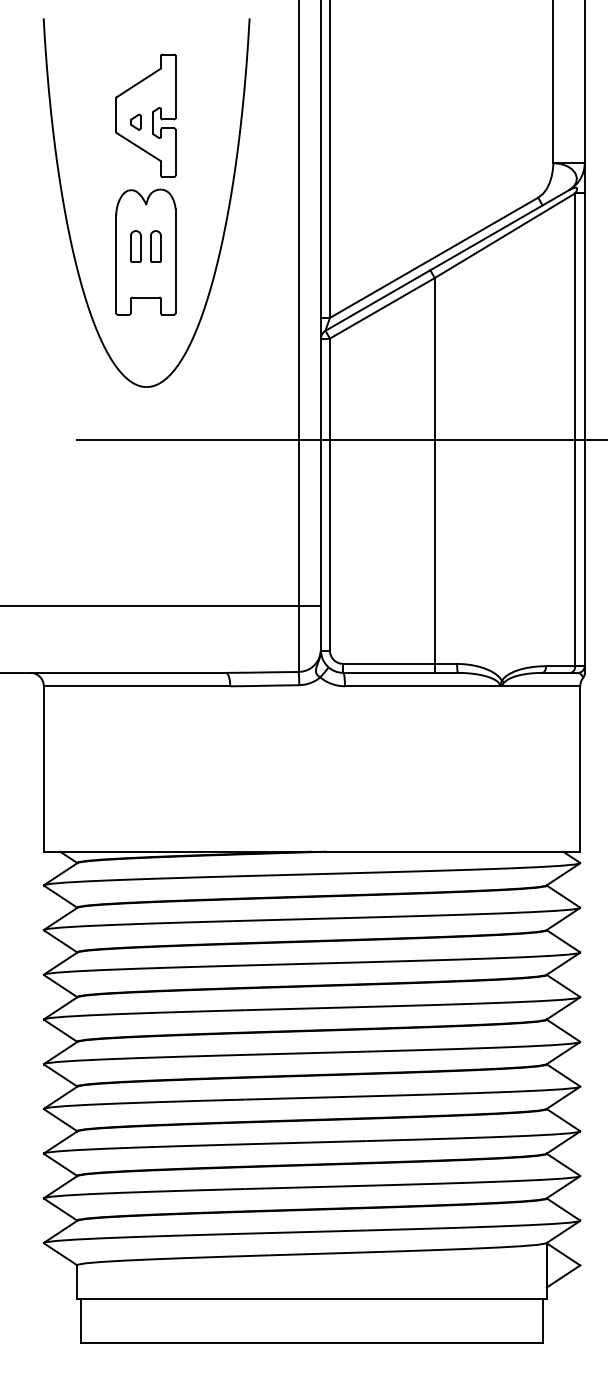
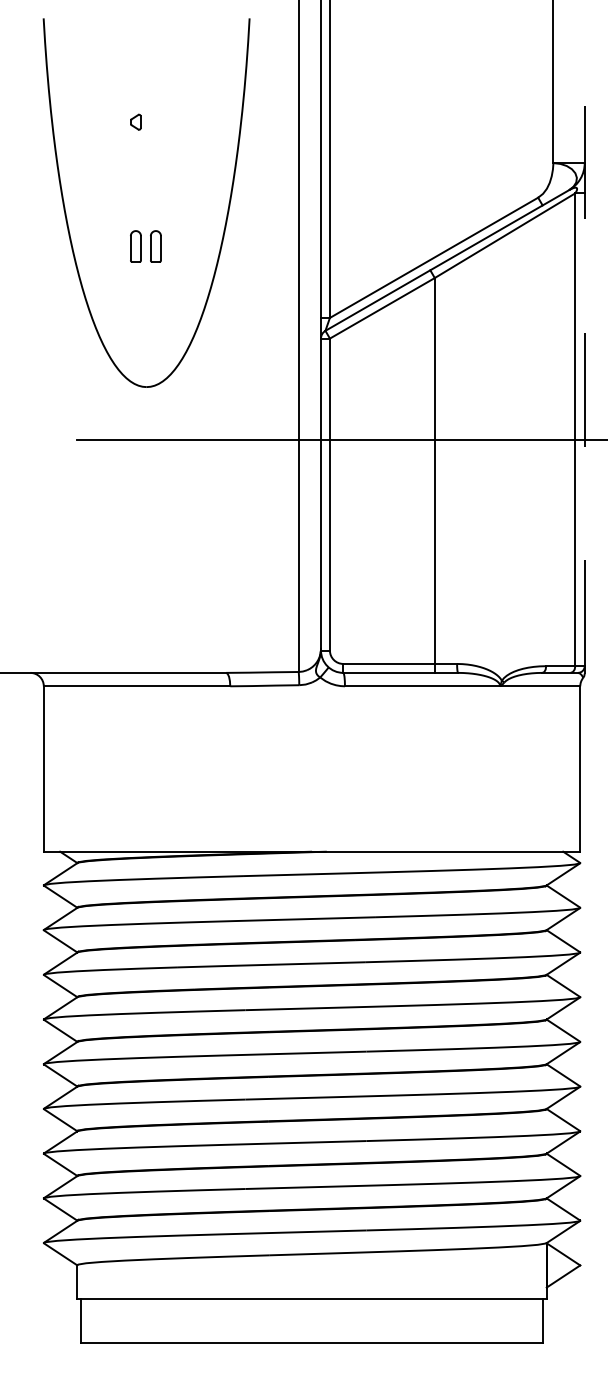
part at (145, 115): present -> none
part at (145, 251): present -> none
line at (584, 336): solid -> dashed
line at (161, 605): present -> none
